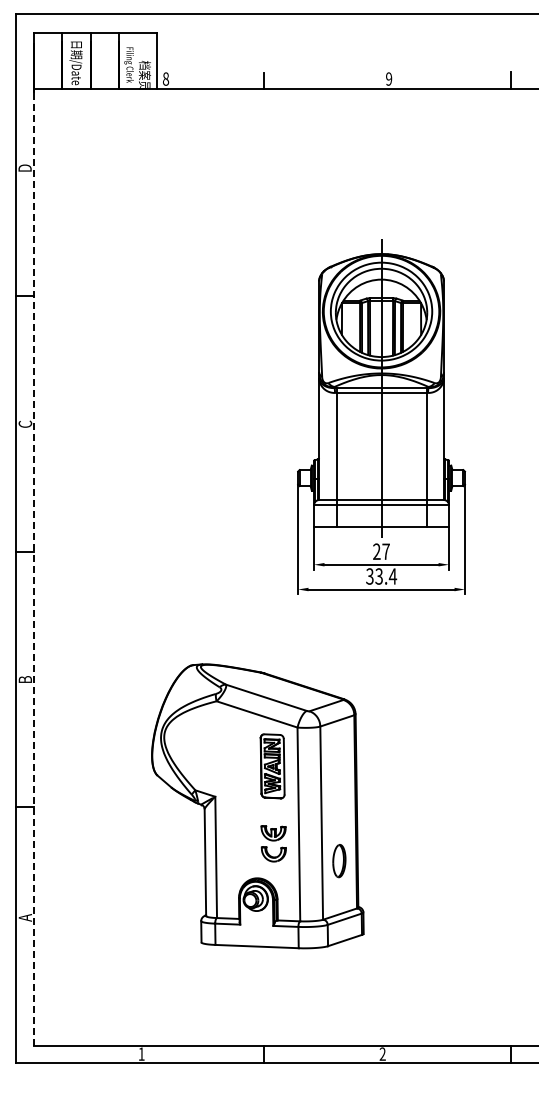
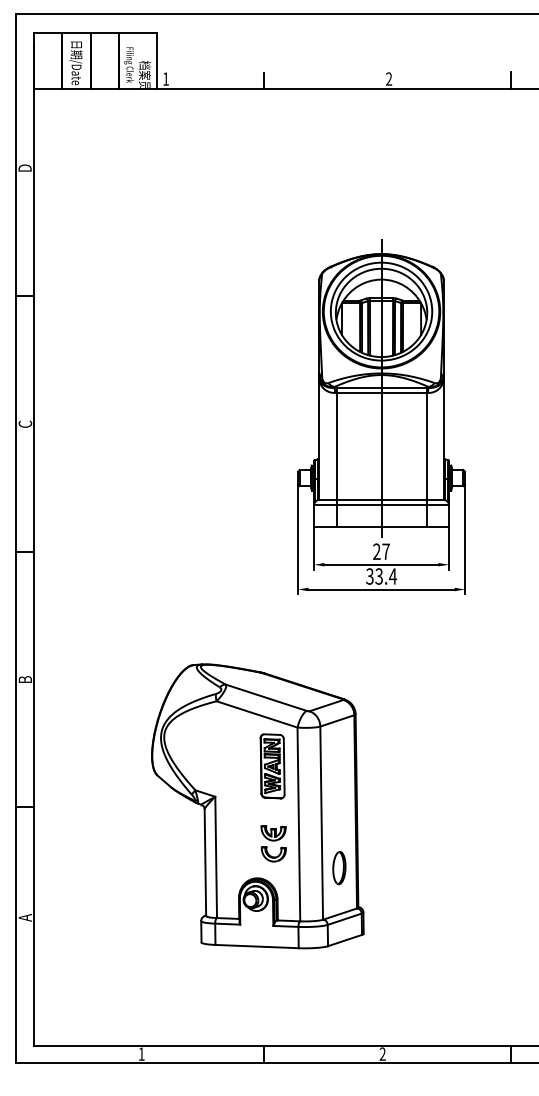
text at (166, 78): 8 -> 1
text at (389, 79): 9 -> 2
line at (33, 568): dashed -> solid
part at (339, 861) position: (339, 861) -> (339, 868)
